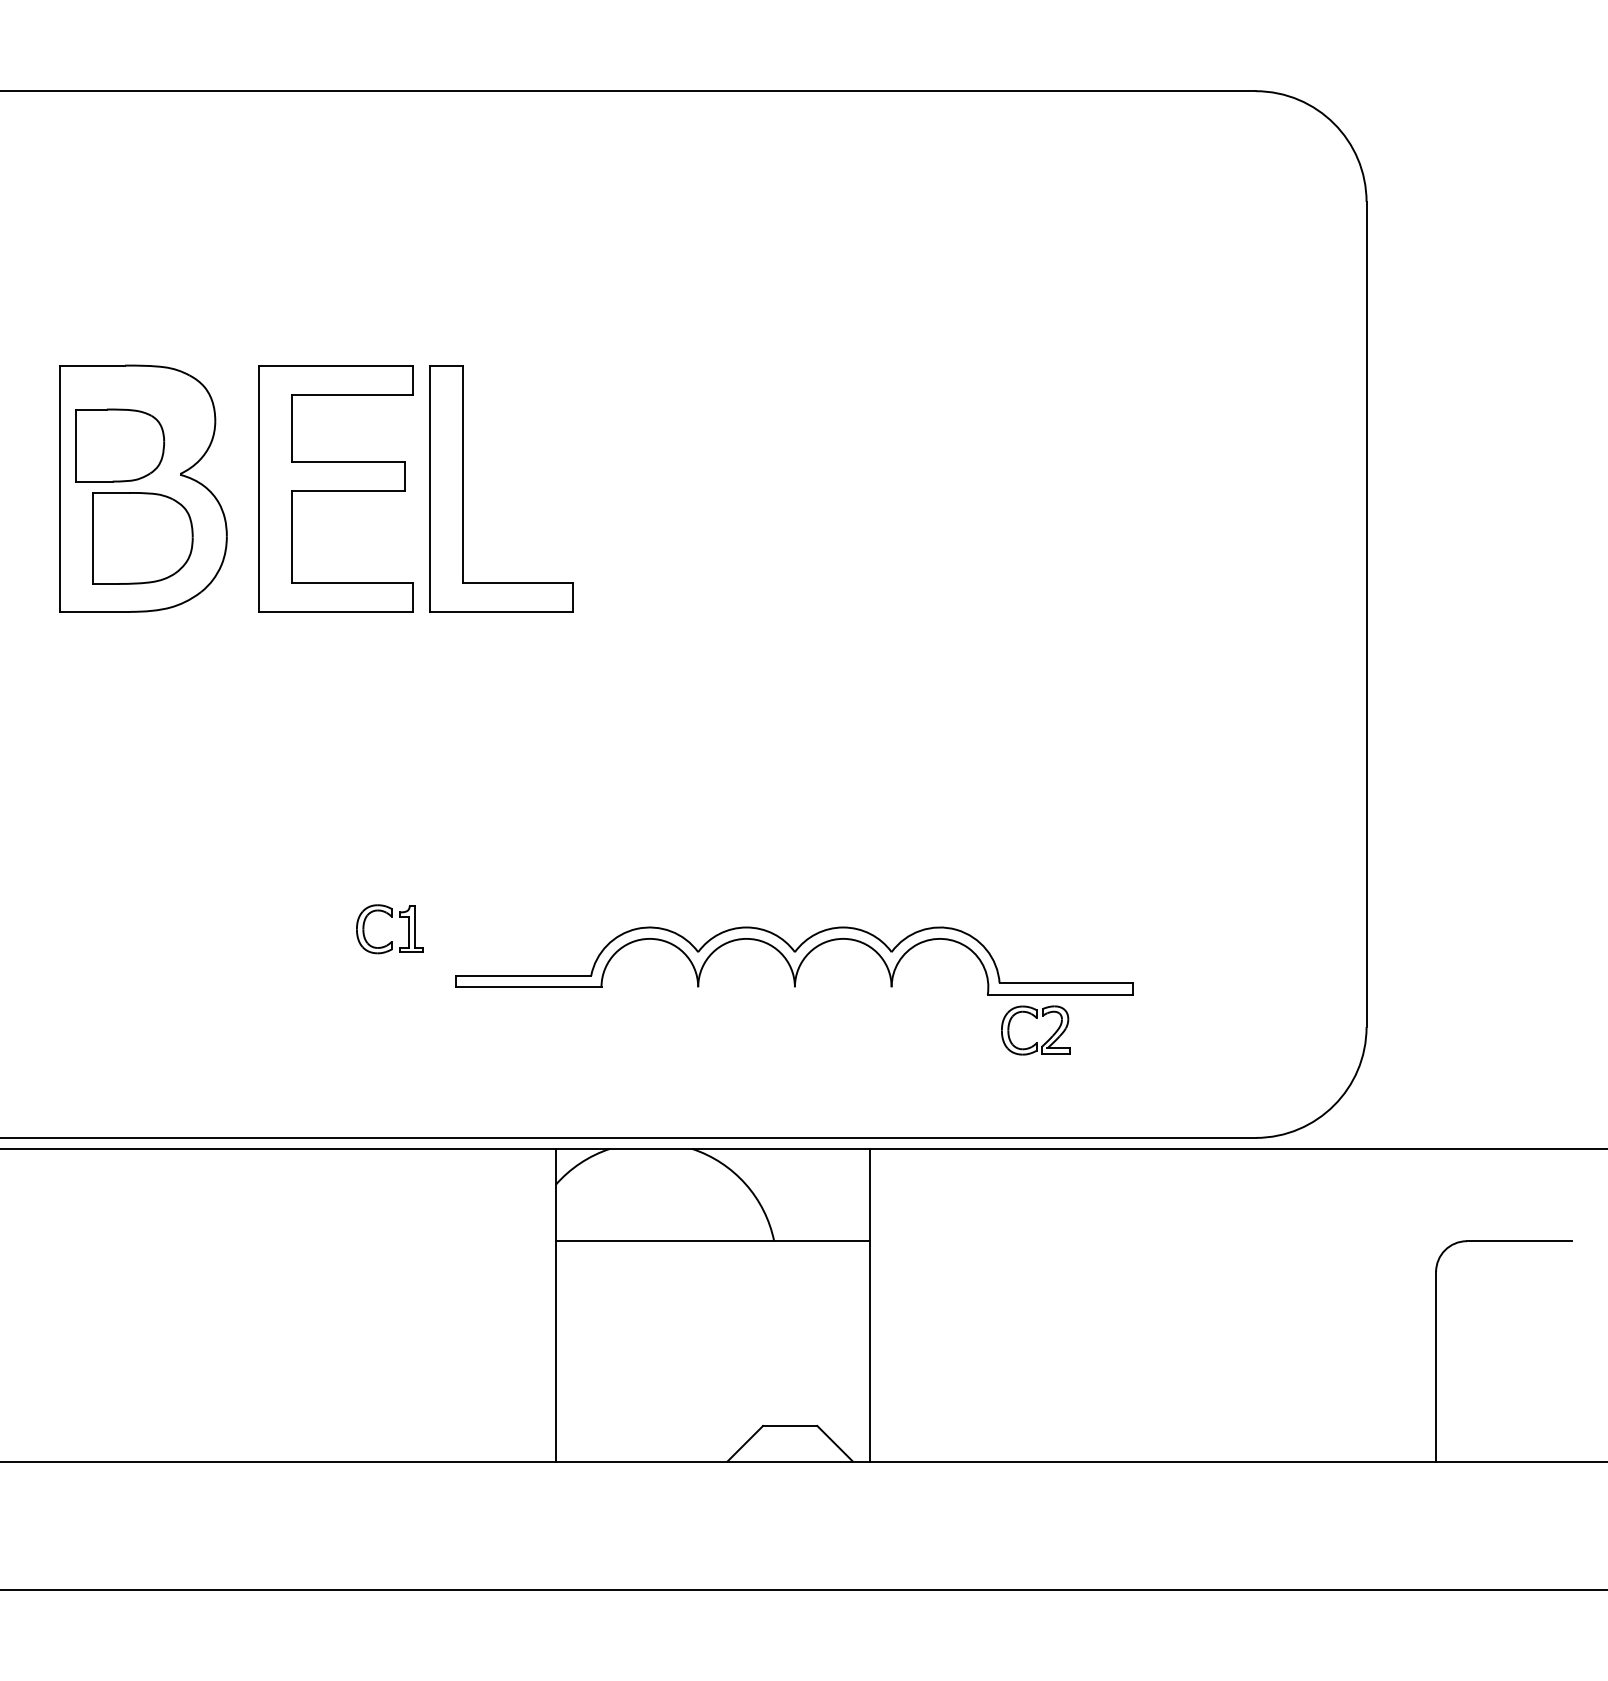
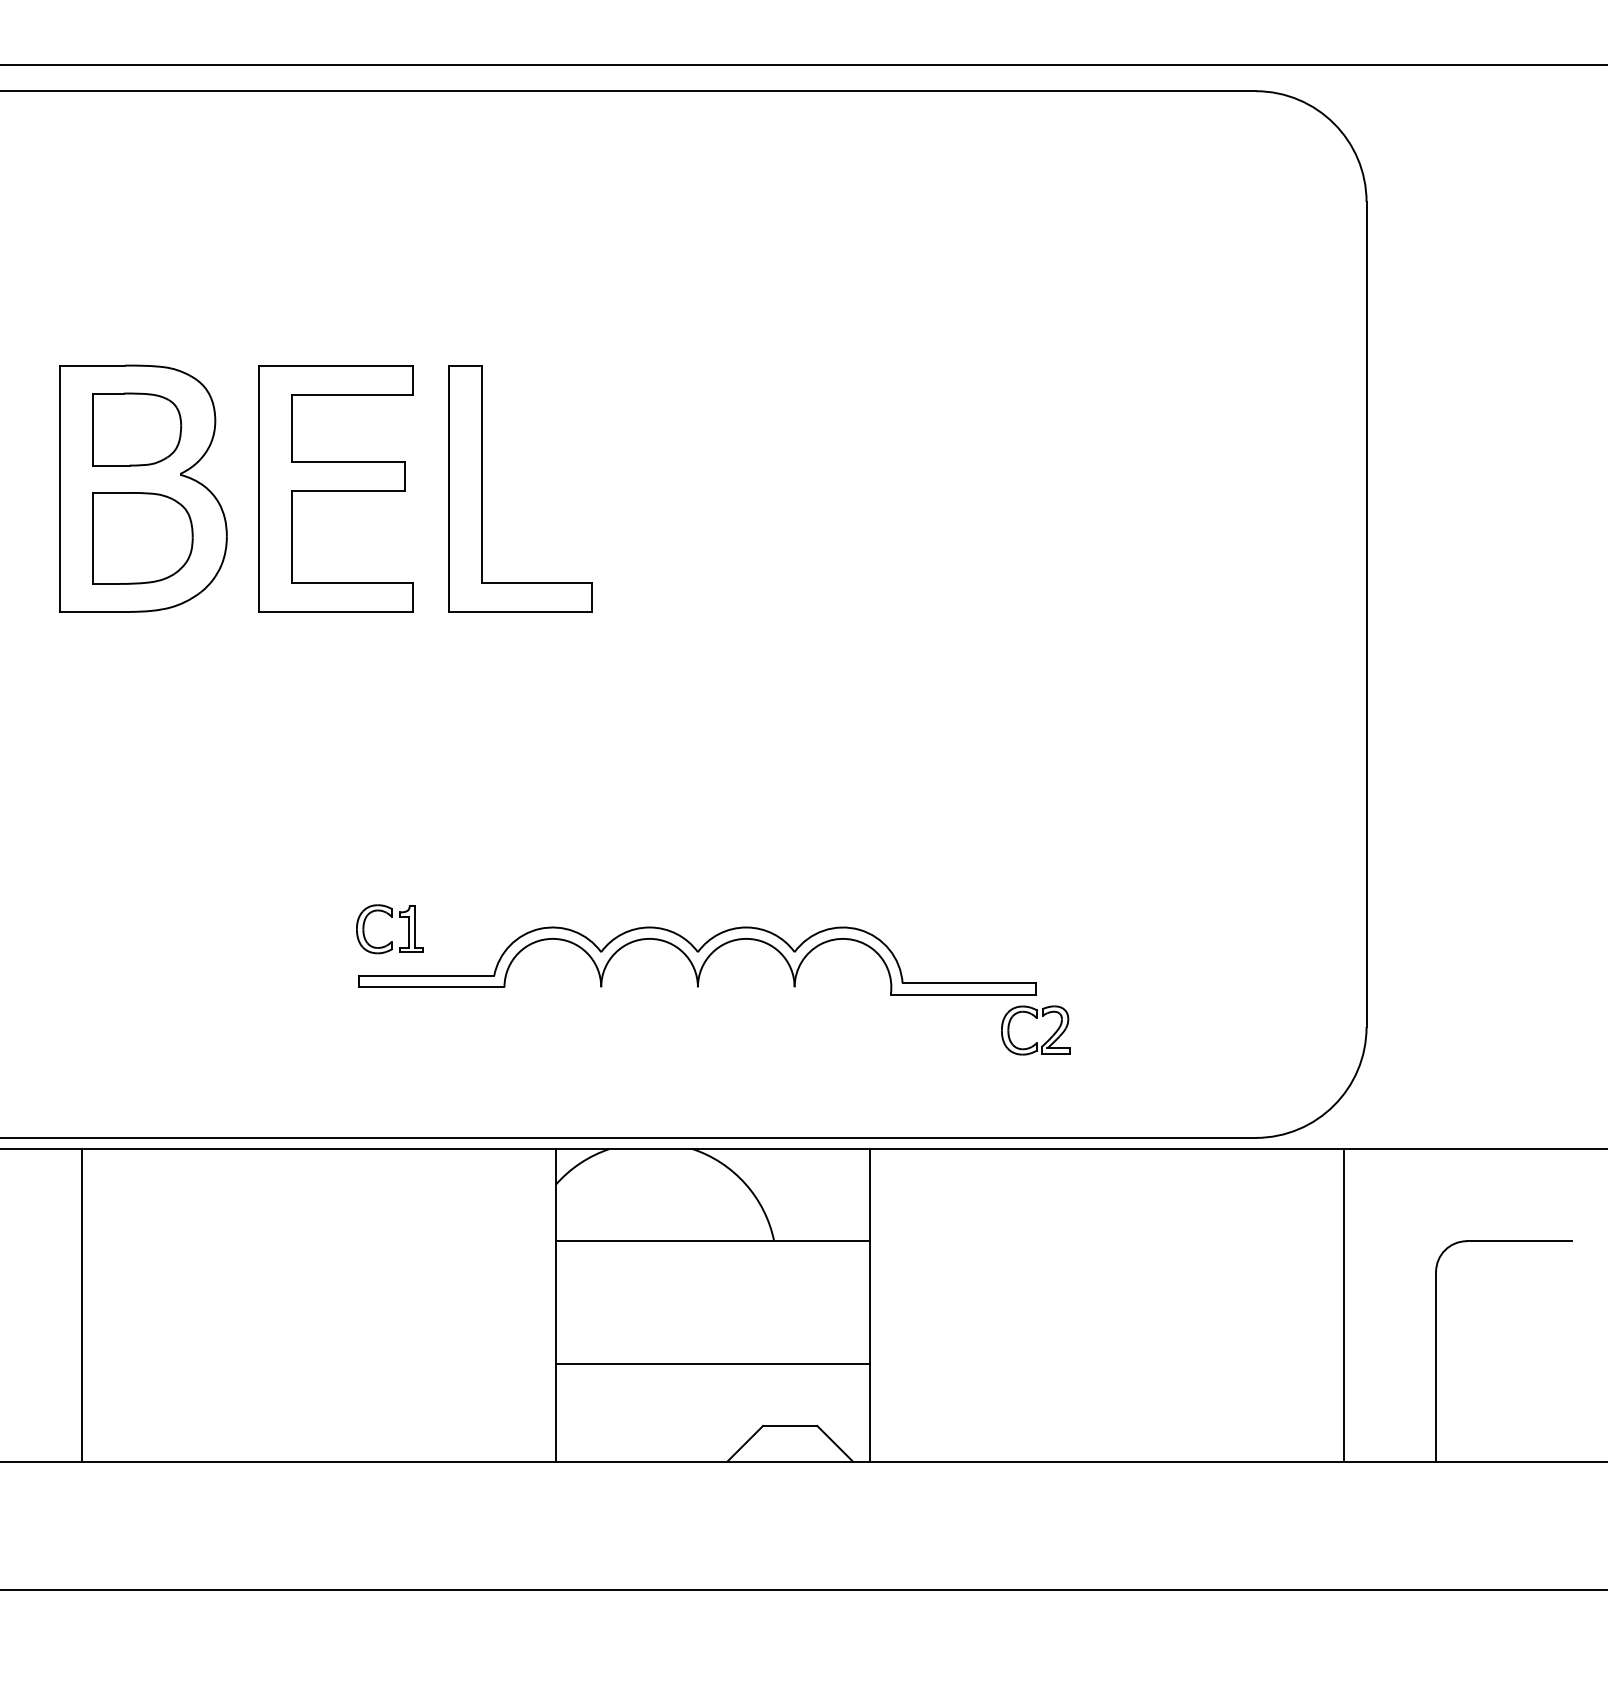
line at (803, 65): none -> present
part at (120, 445) position: (120, 445) -> (137, 429)
part at (463, 488) position: (463, 488) -> (482, 488)
part at (794, 960) position: (794, 960) -> (697, 960)
line at (81, 1304): none -> present
line at (1343, 1304): none -> present
line at (712, 1364): none -> present
